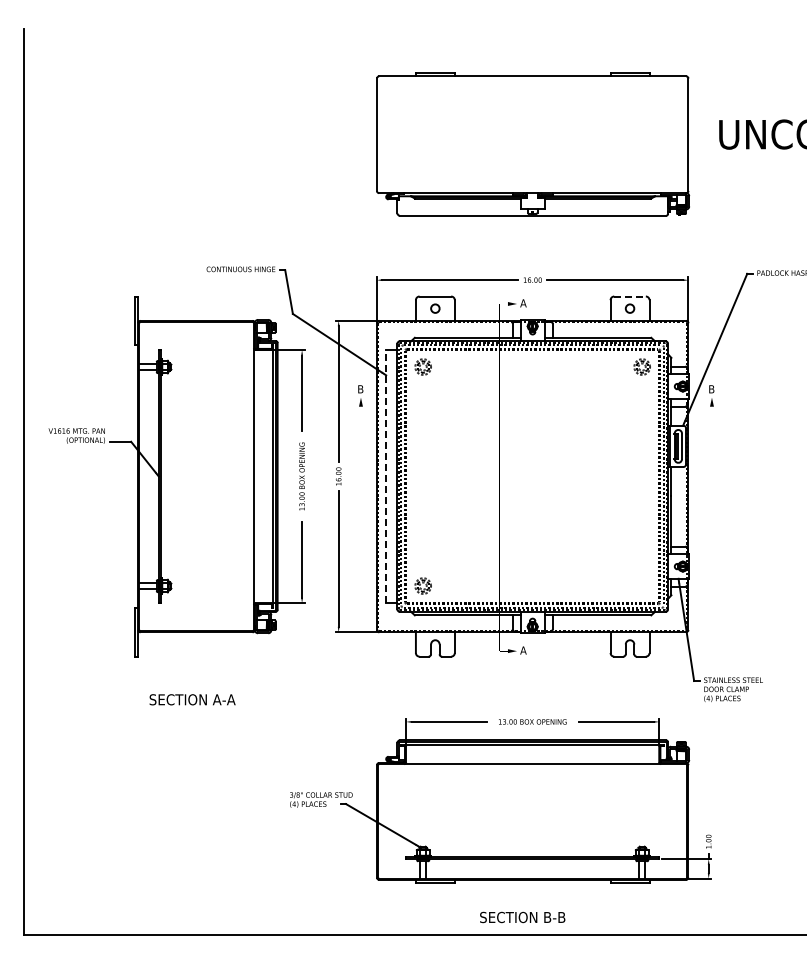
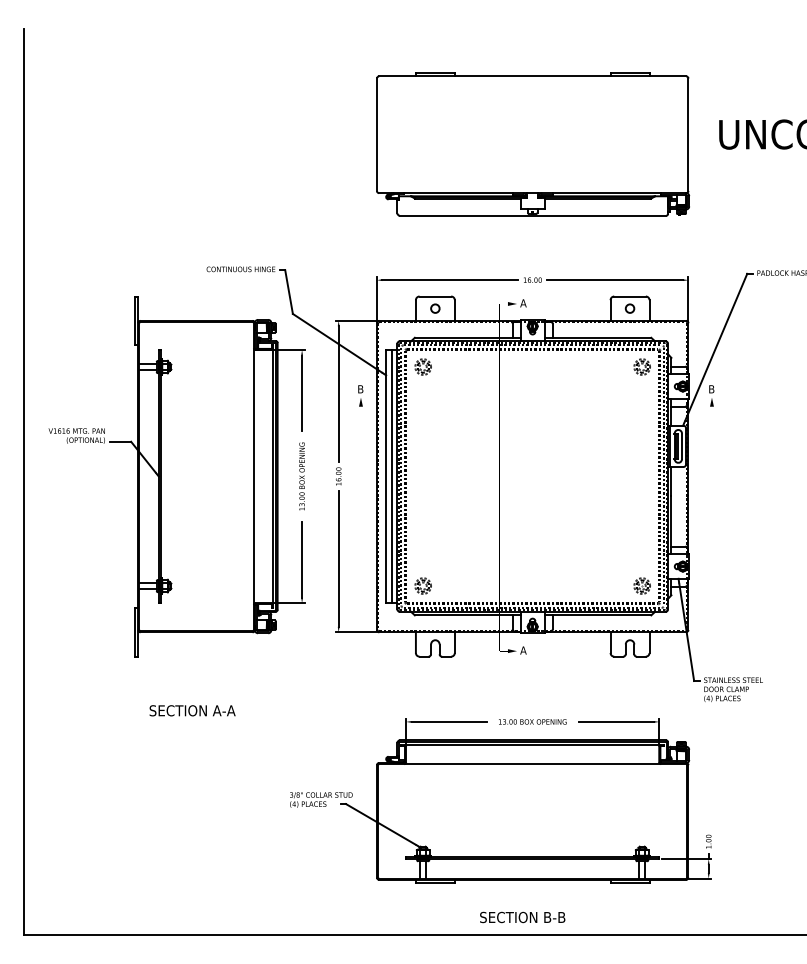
line at (630, 296): dashed -> solid
line at (386, 476): dashed -> solid
line at (392, 476): none -> present
part at (641, 585): none -> present
text at (192, 699) position: (192, 699) -> (192, 710)
